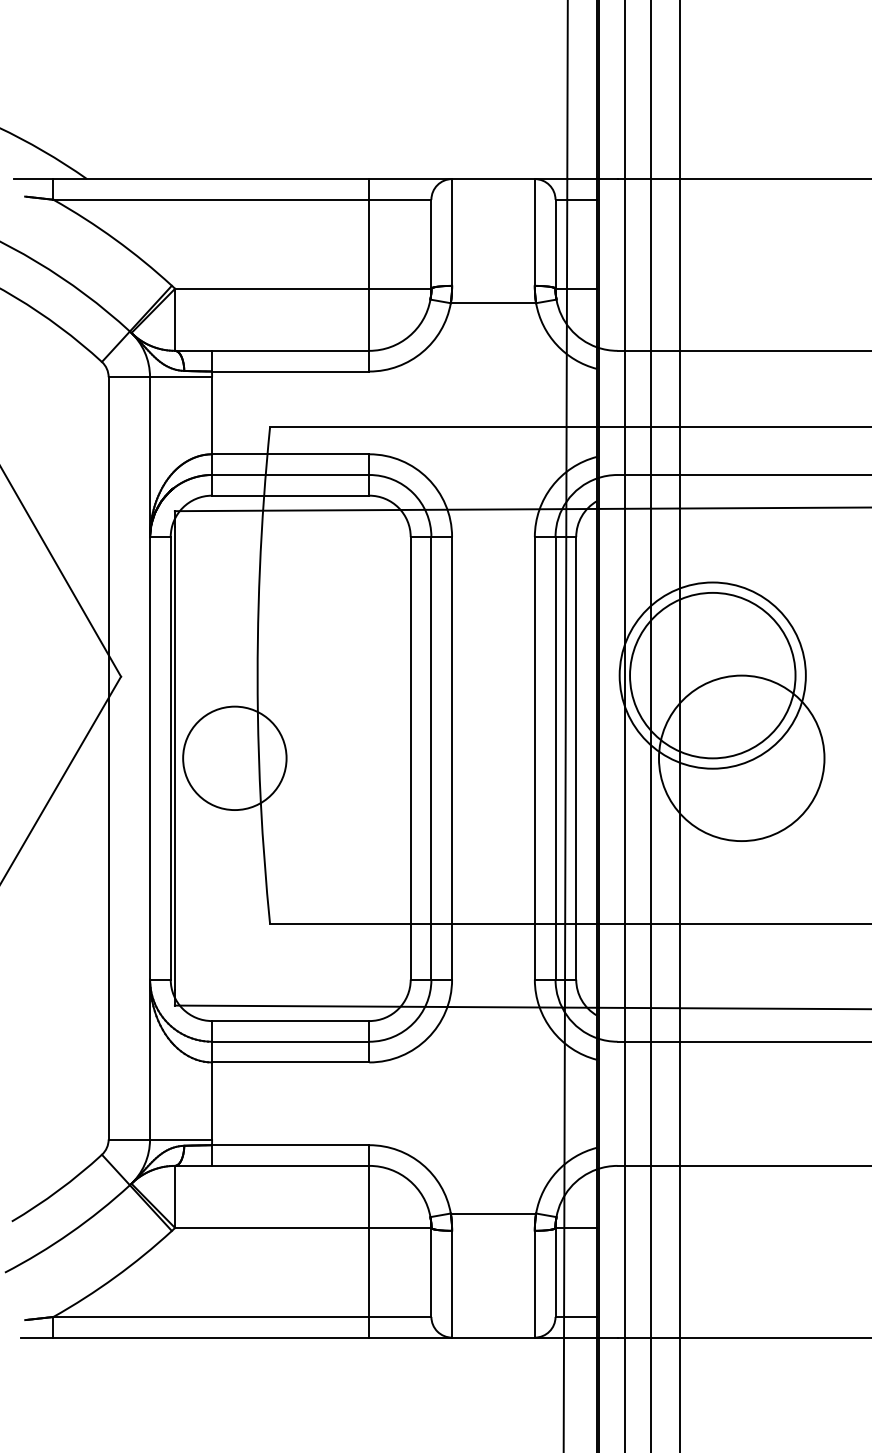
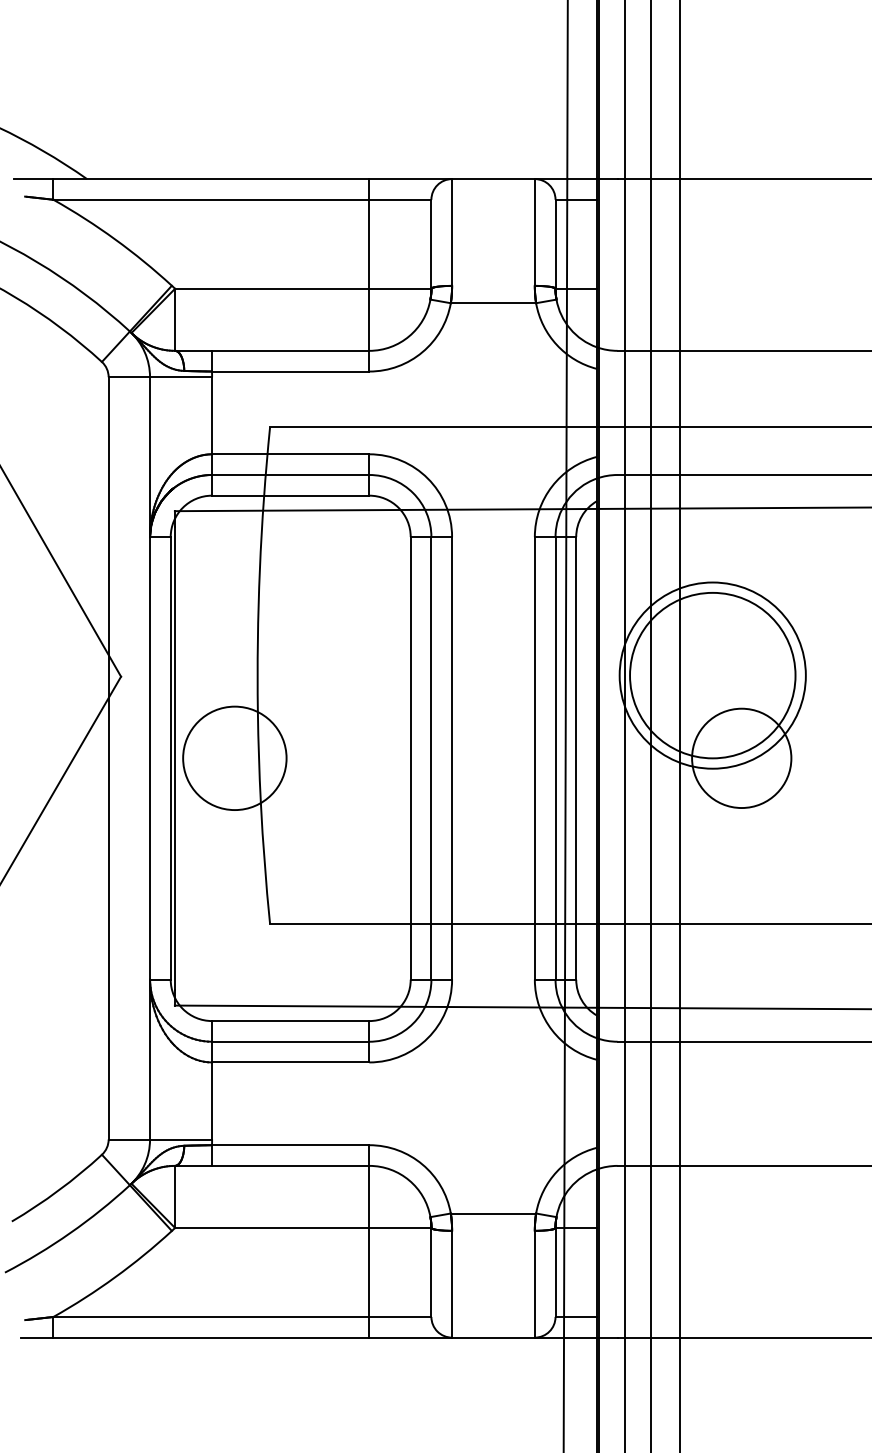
circle at (741, 758) diameter: 166 px -> 99 px
